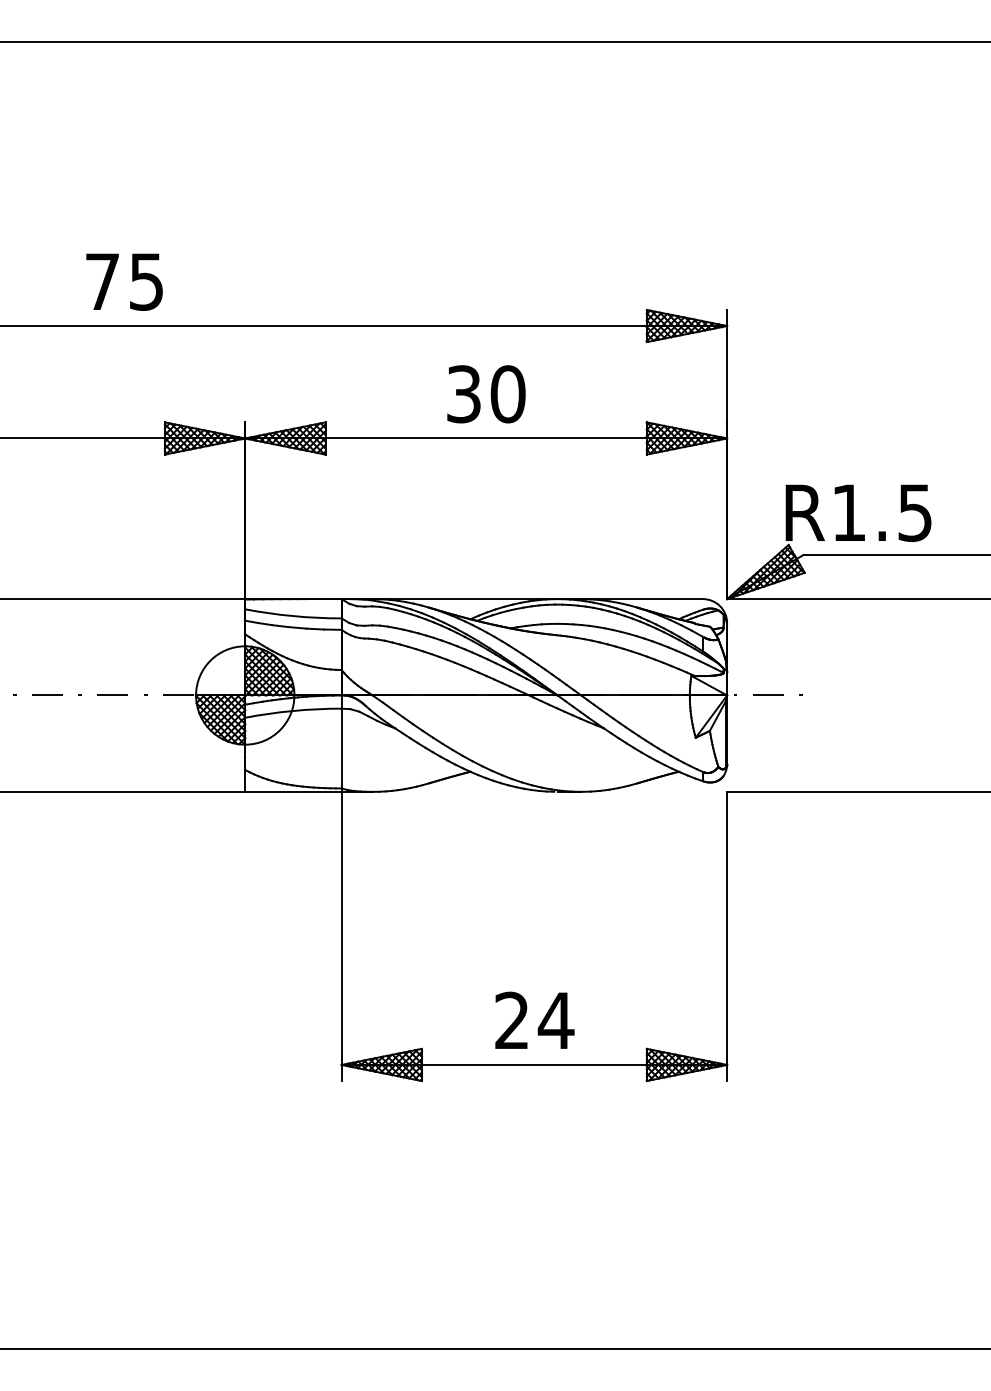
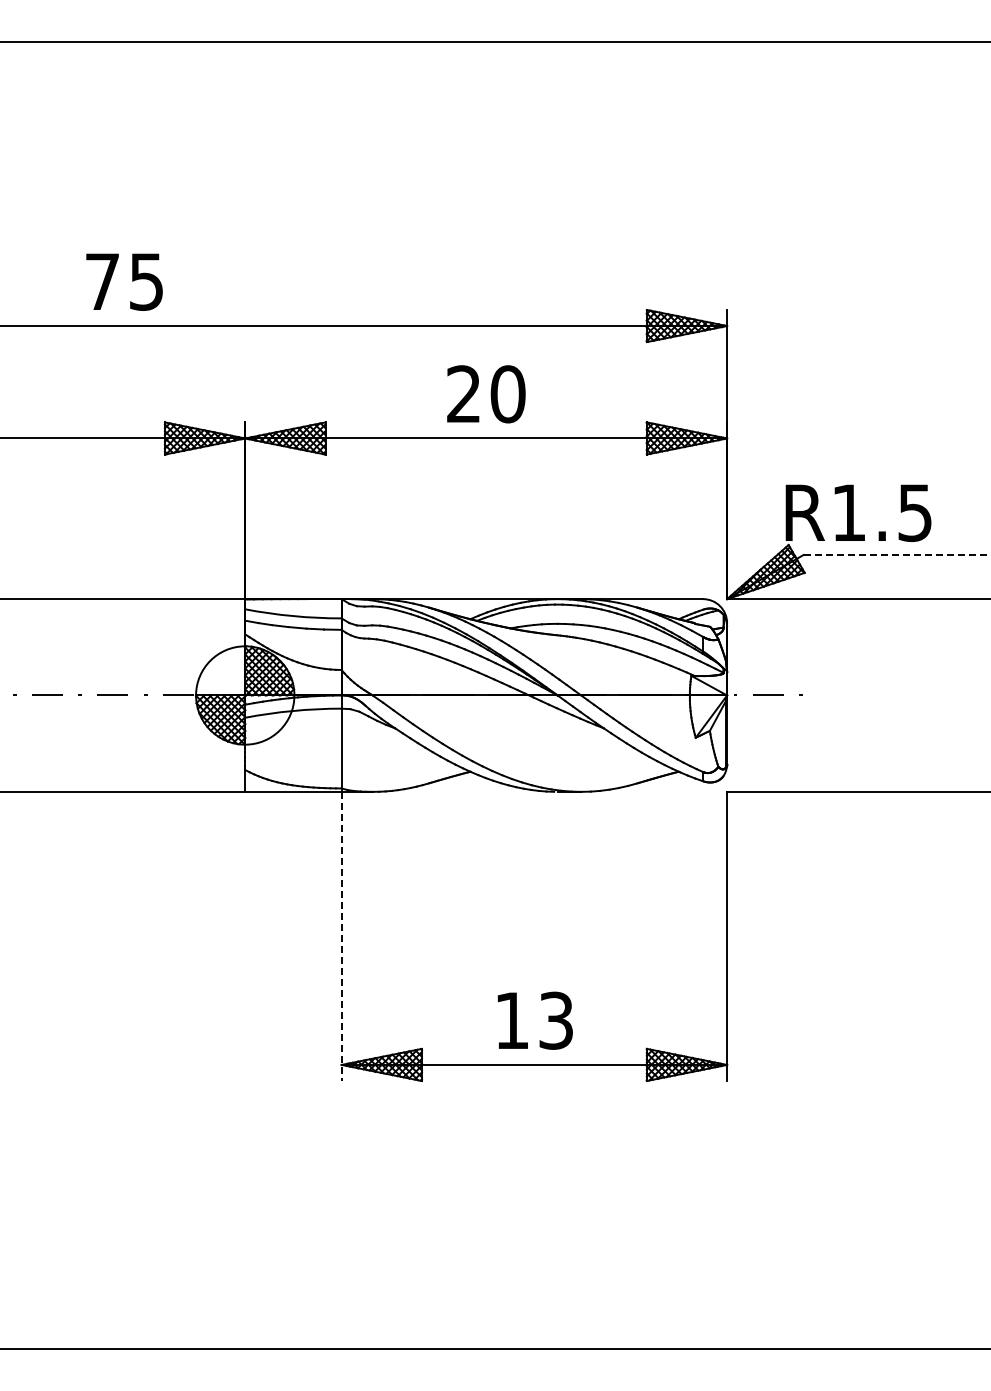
text at (463, 394): 30 -> 20
line at (897, 554): solid -> dashed
line at (341, 936): solid -> dashed
text at (534, 1020): 24 -> 13
